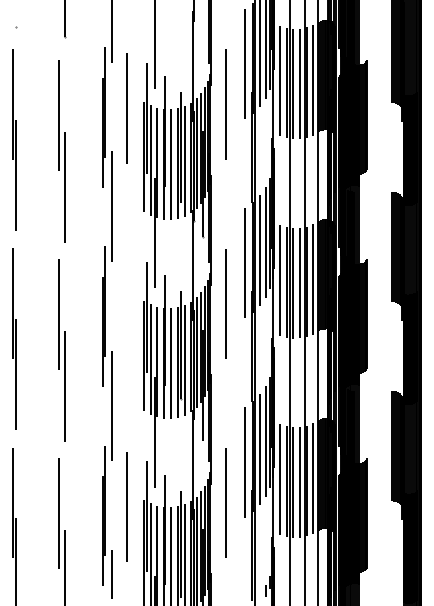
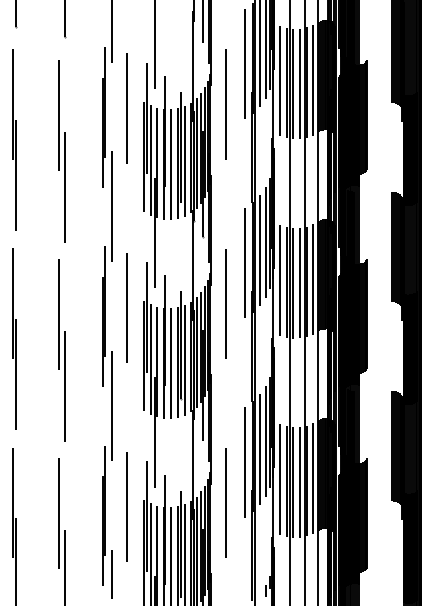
line at (16, 14): none -> present
line at (202, 22): none -> present
line at (126, 307): none -> present
